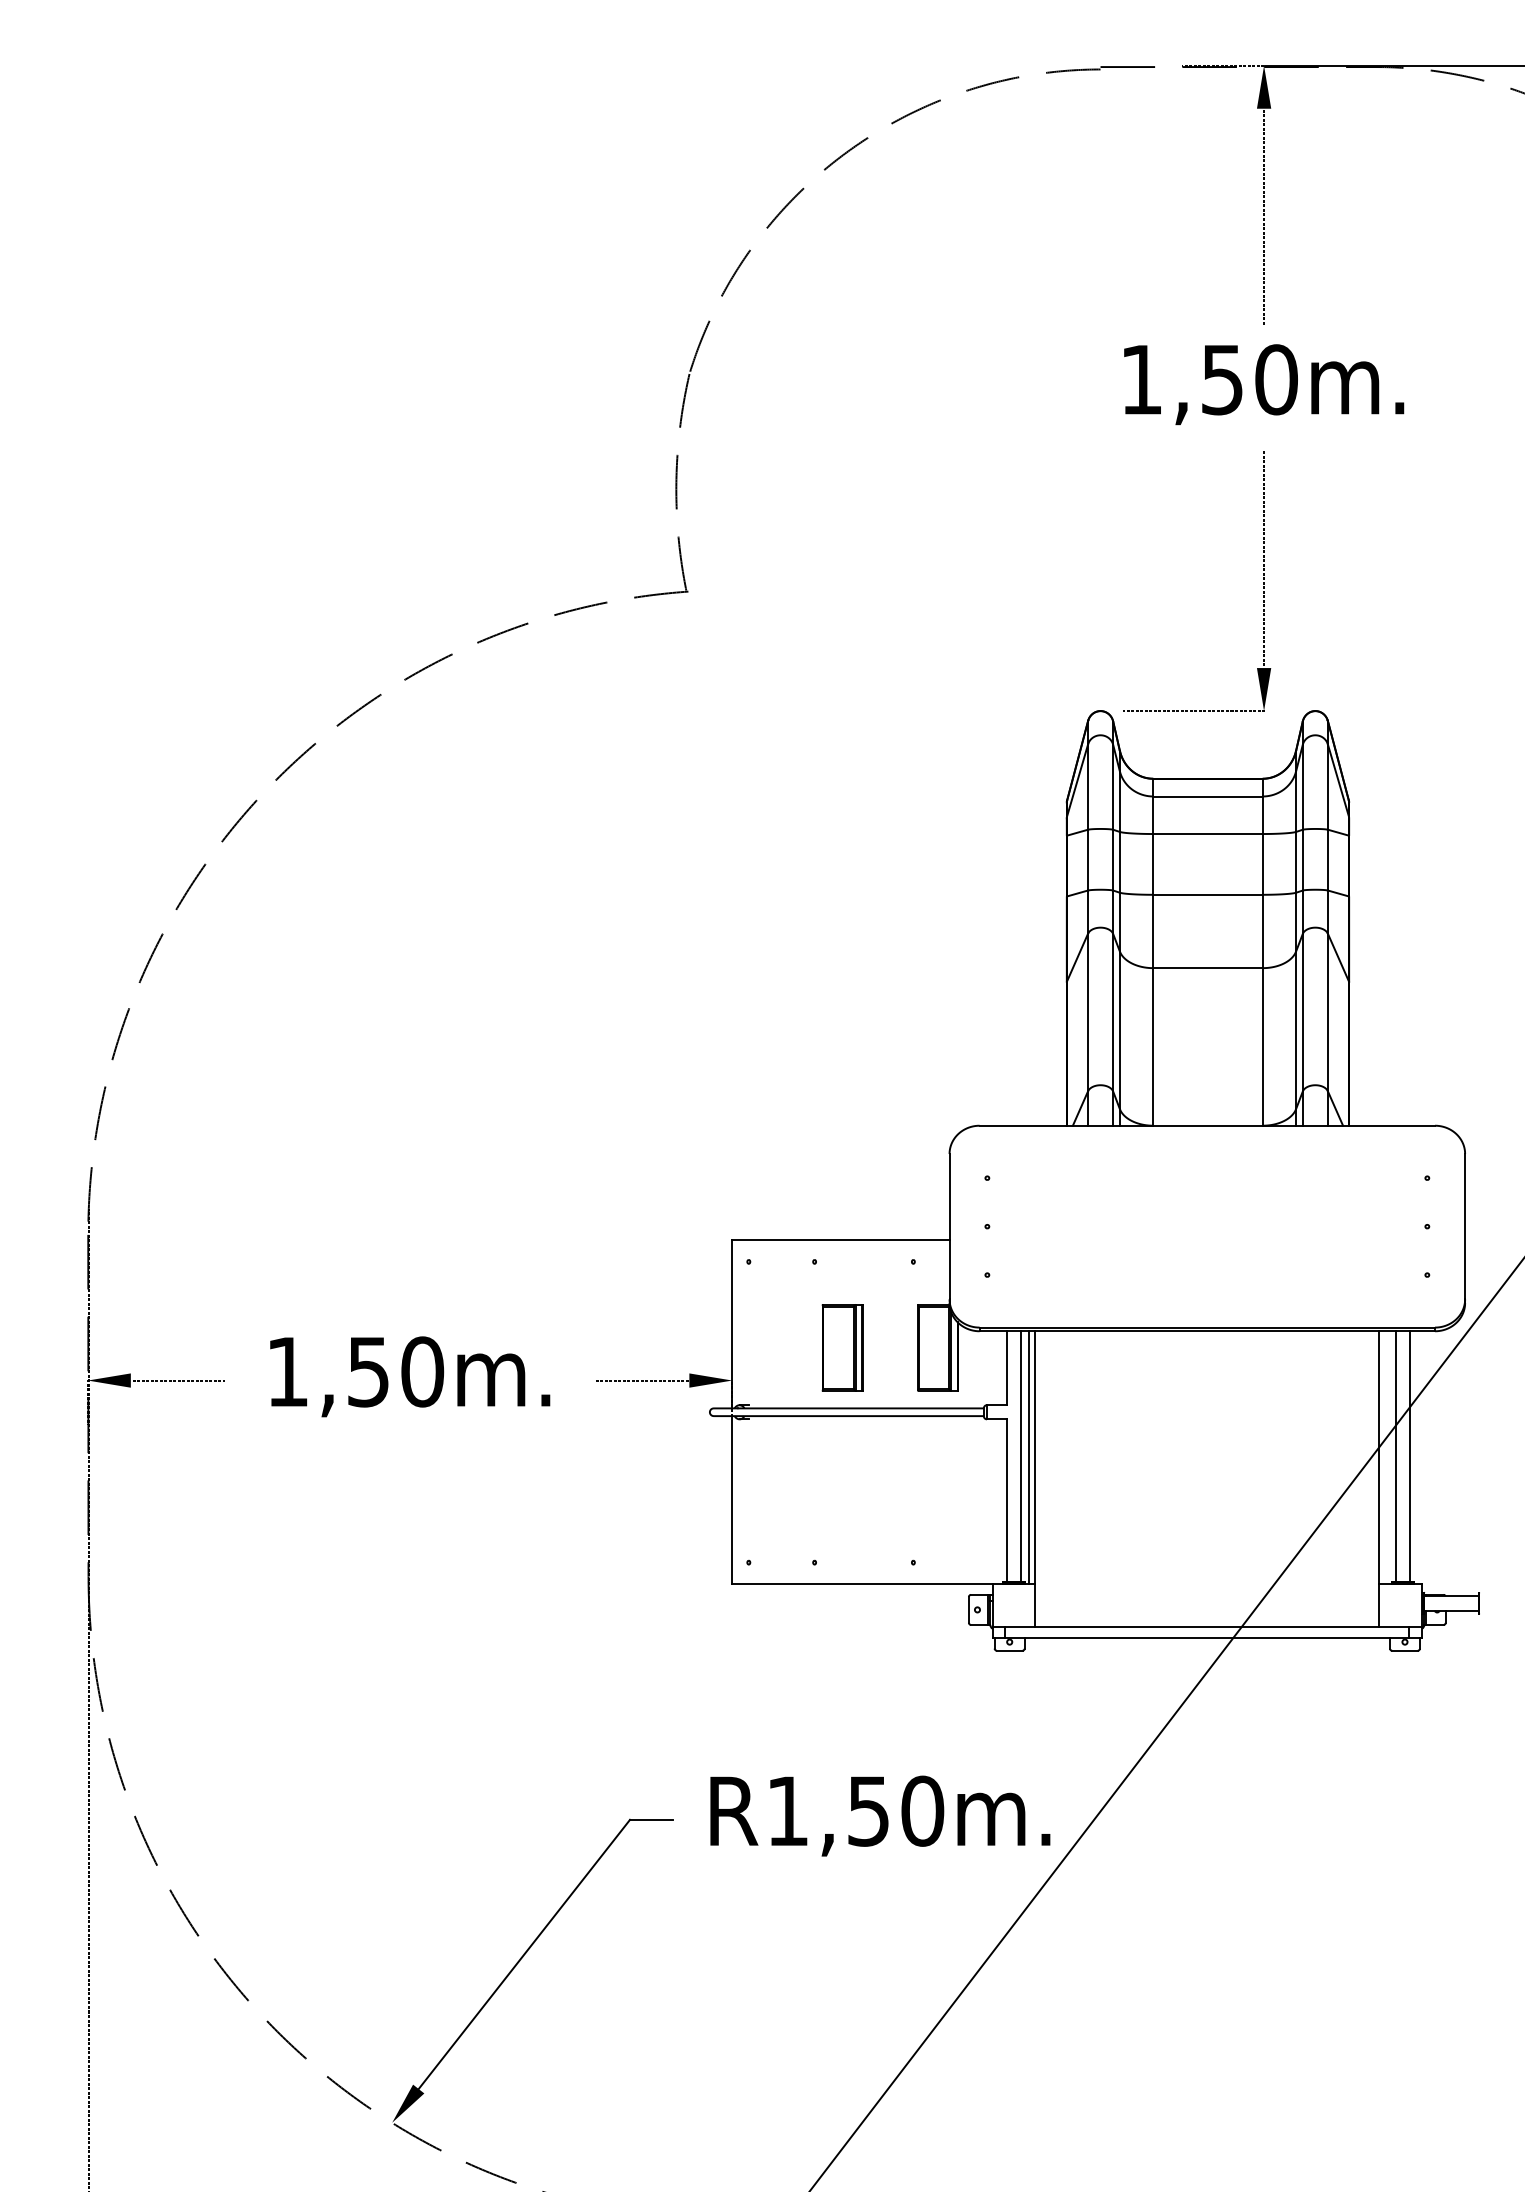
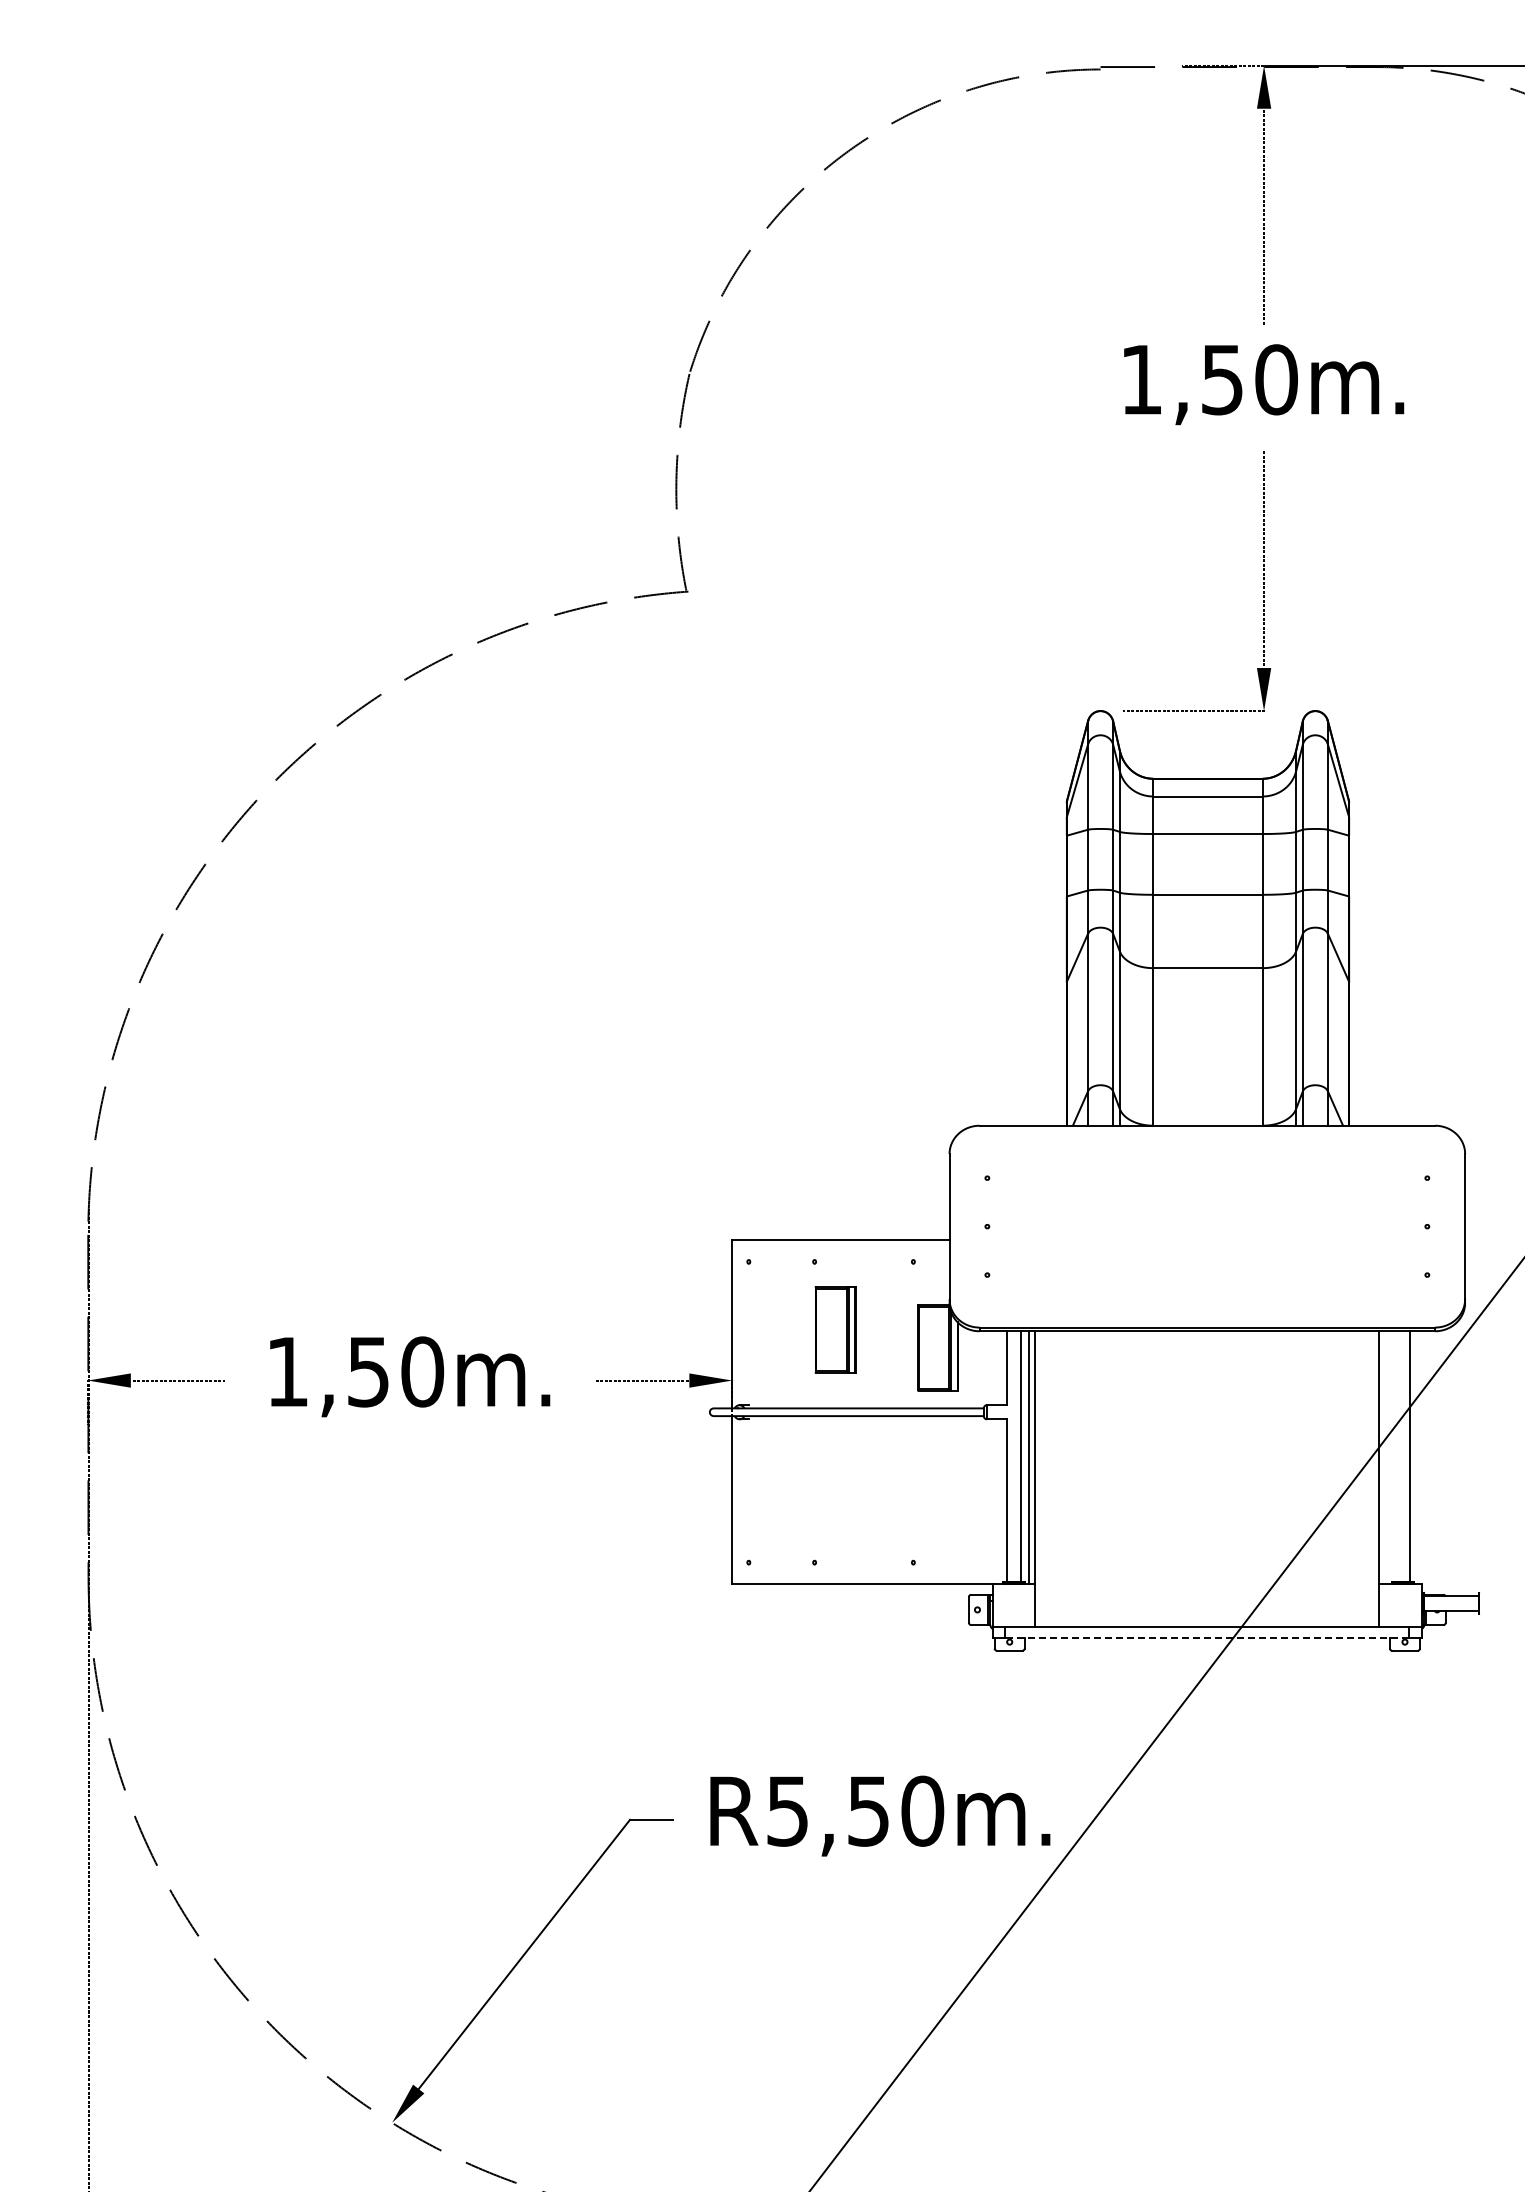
part at (842, 1347) position: (842, 1347) -> (835, 1329)
line at (1395, 1456): present -> none
line at (1207, 1637): solid -> dashed
text at (787, 1811): R1,50m. -> R5,50m.
